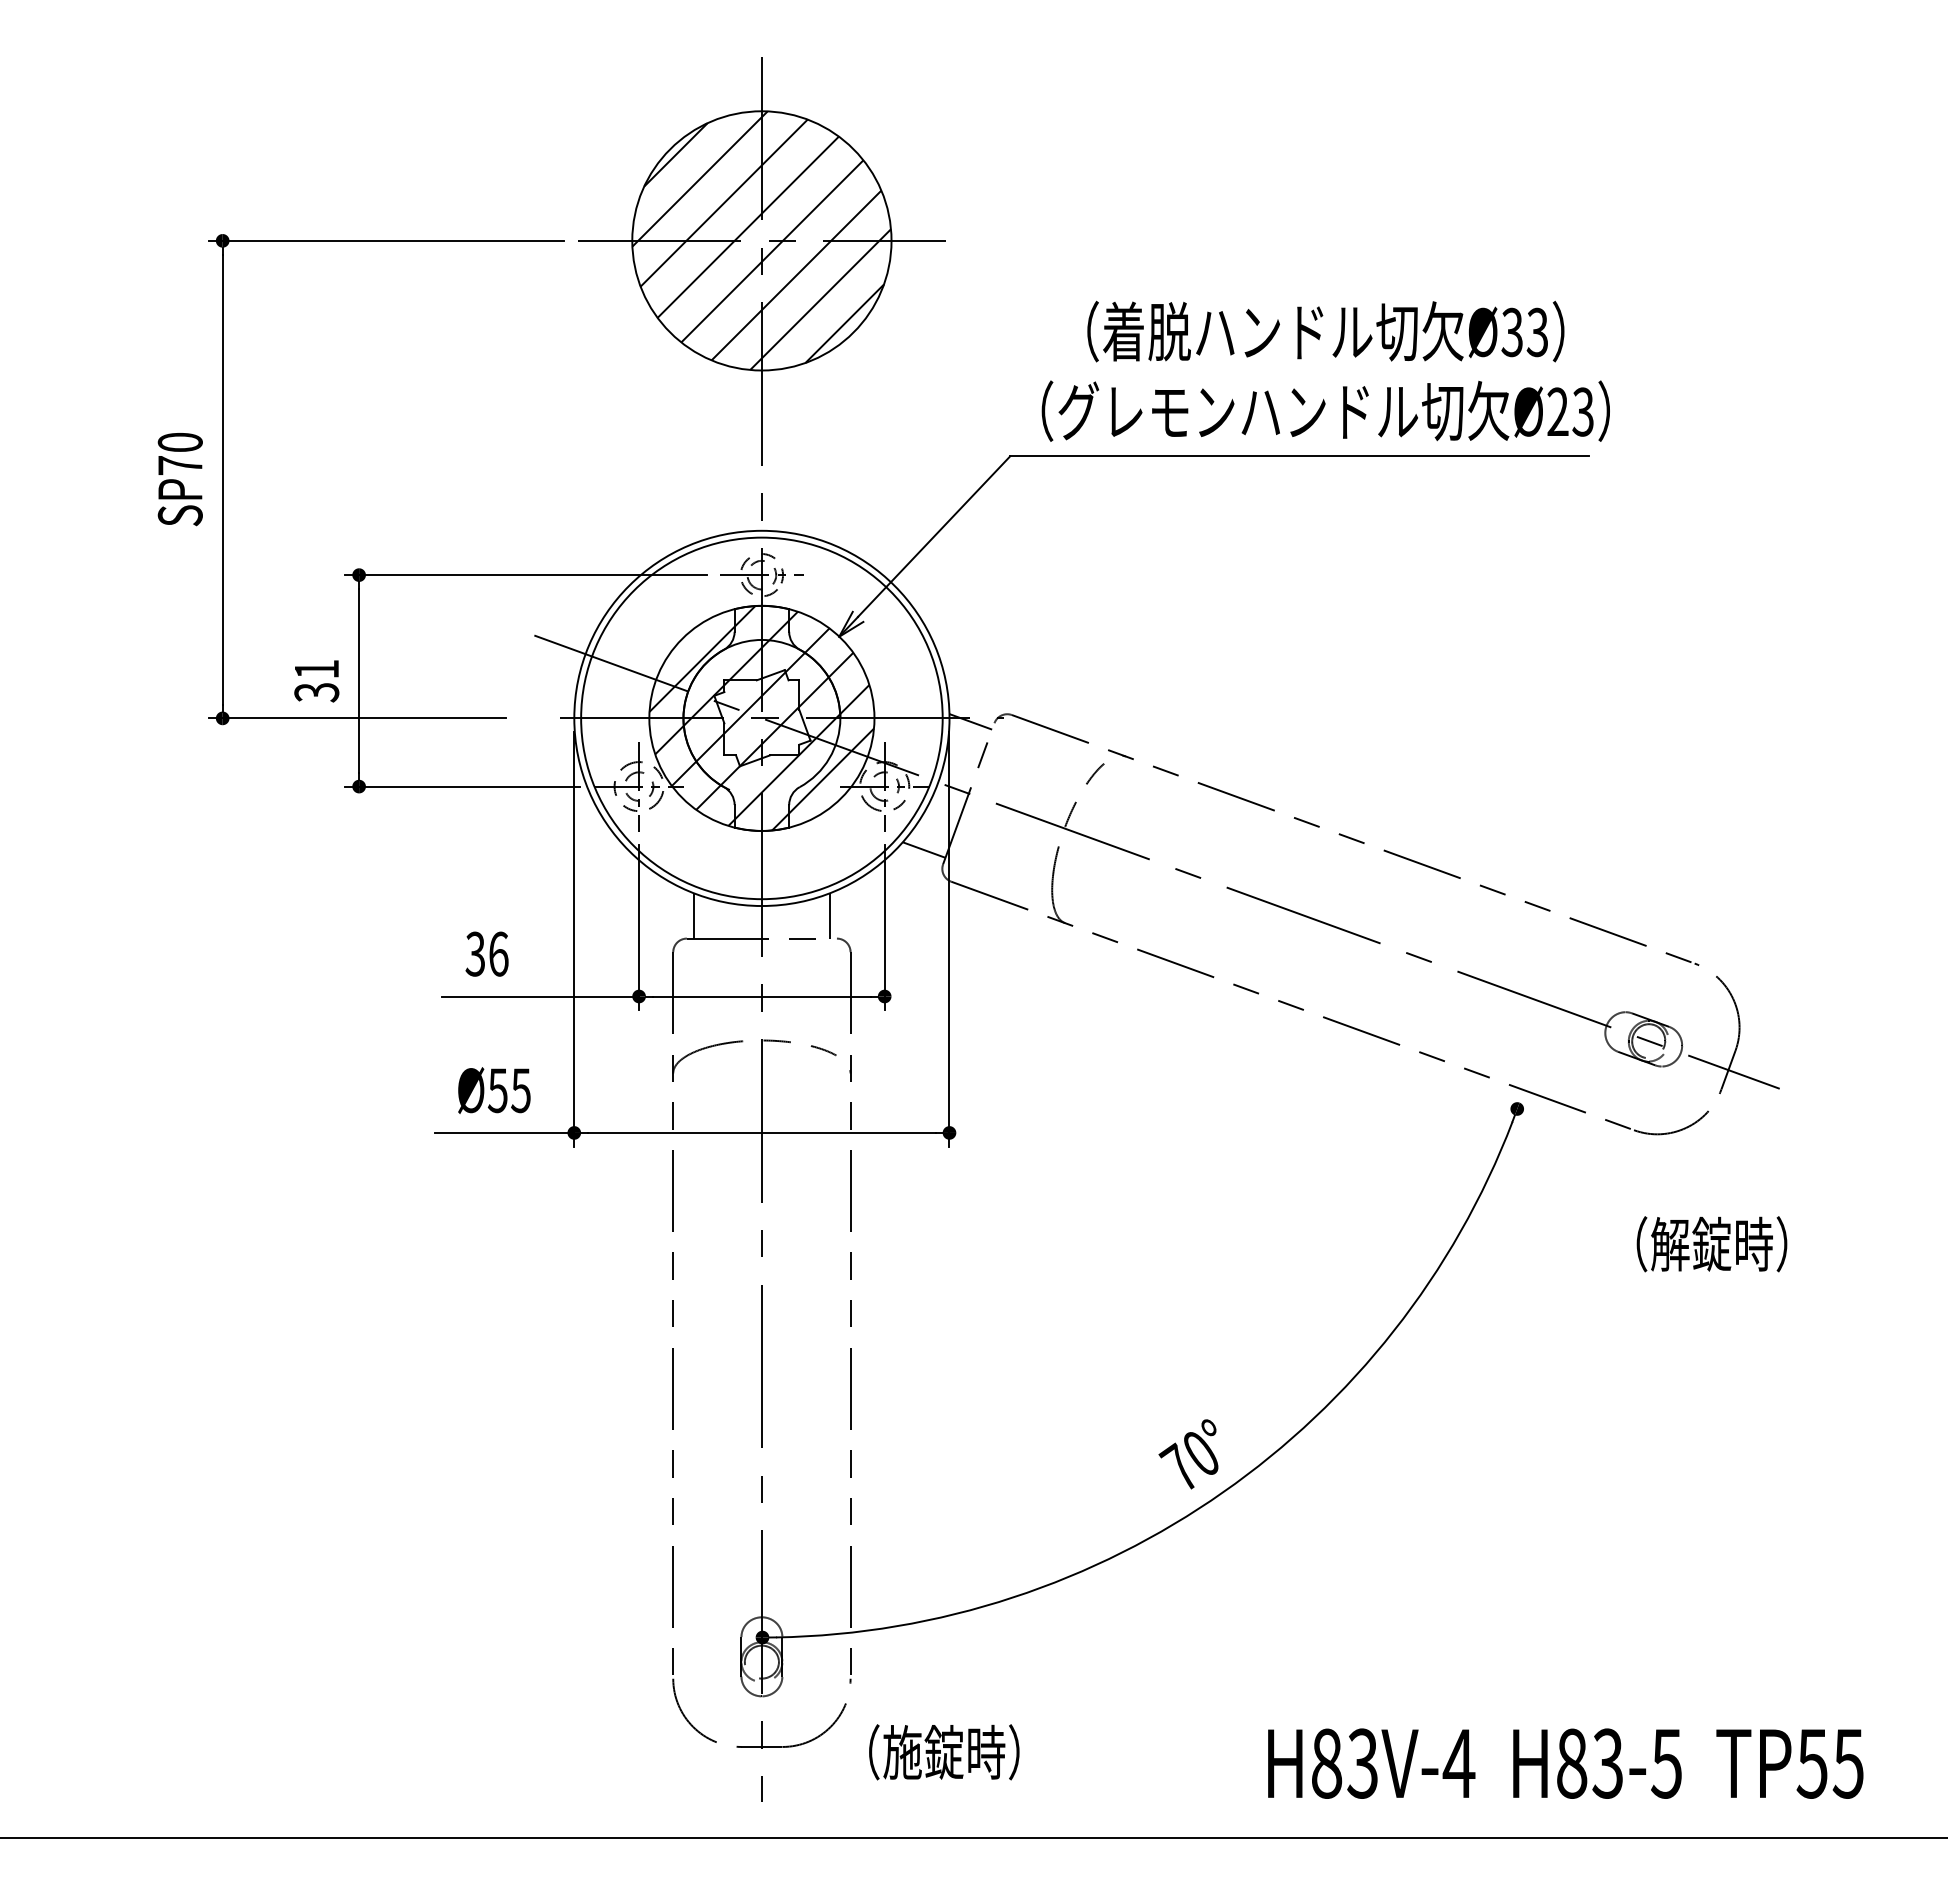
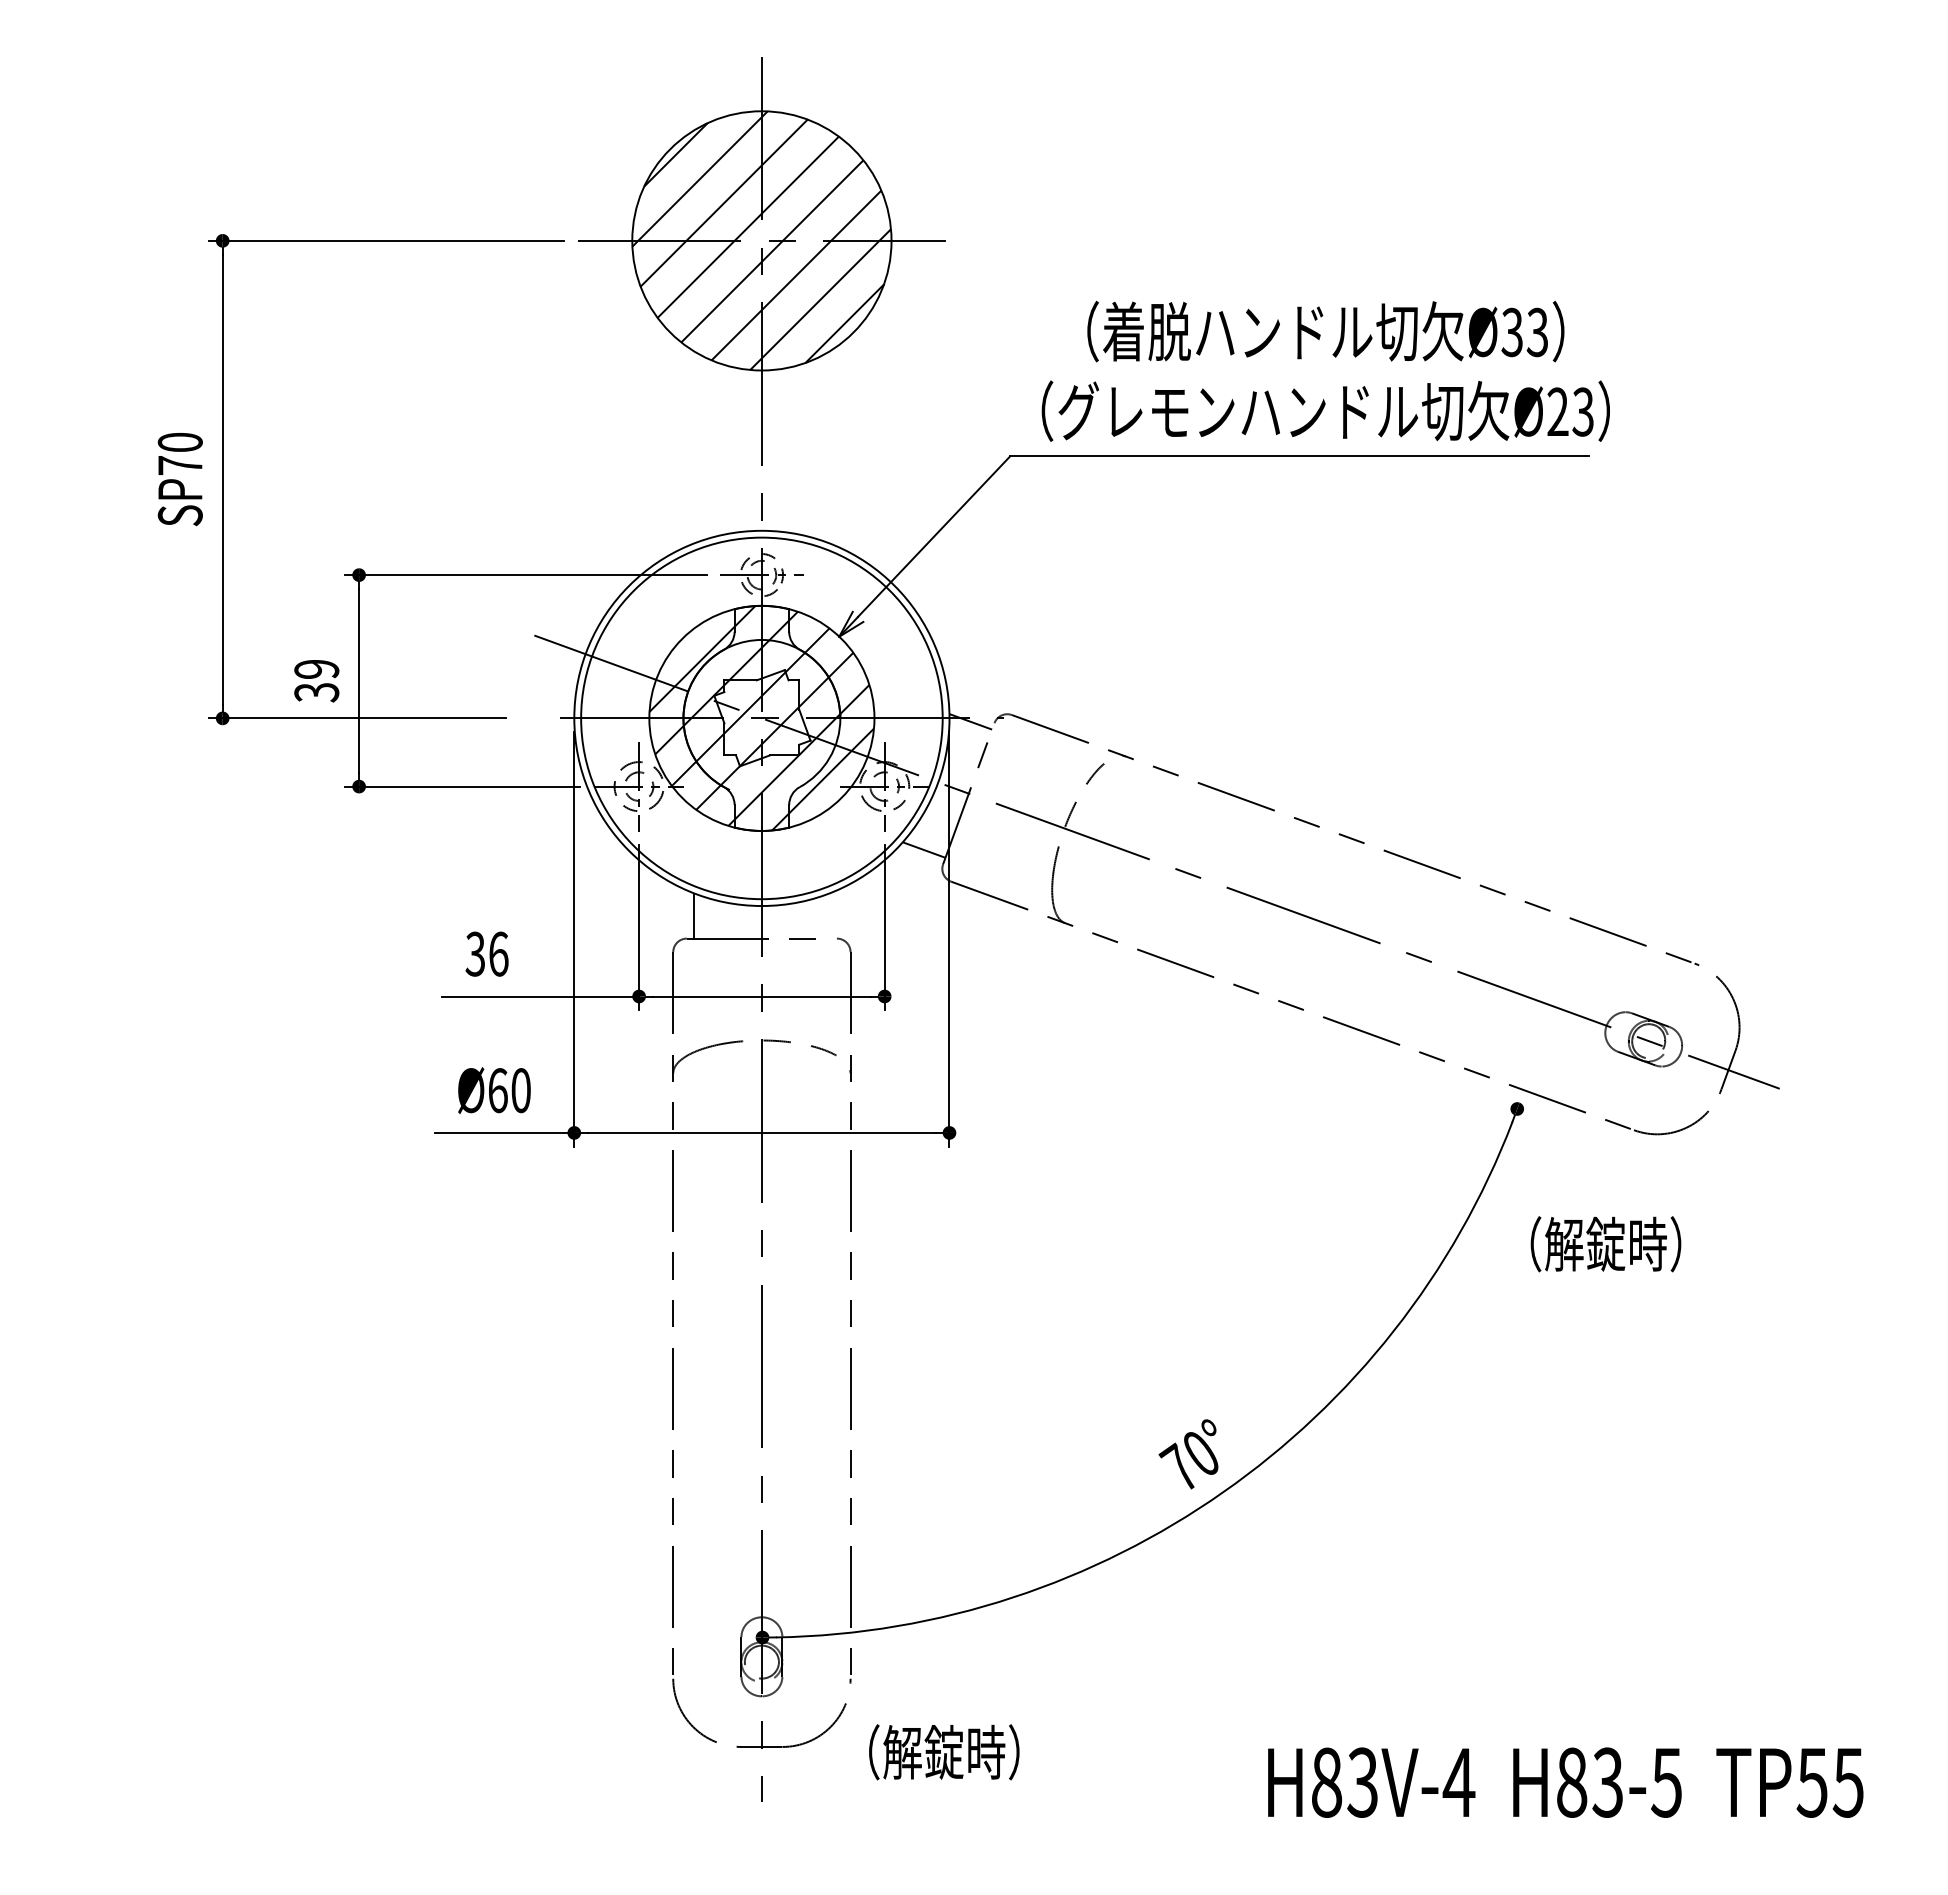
text at (316, 669): 31 -> 39
line at (830, 915): present -> none
text at (508, 1090): Ø55 -> Ø60
text at (1711, 1244) position: (1711, 1244) -> (1605, 1244)
text at (902, 1752): （施錠時） -> （解錠時）
text at (1565, 1763) position: (1565, 1763) -> (1565, 1782)
line at (973, 1838): present -> none
